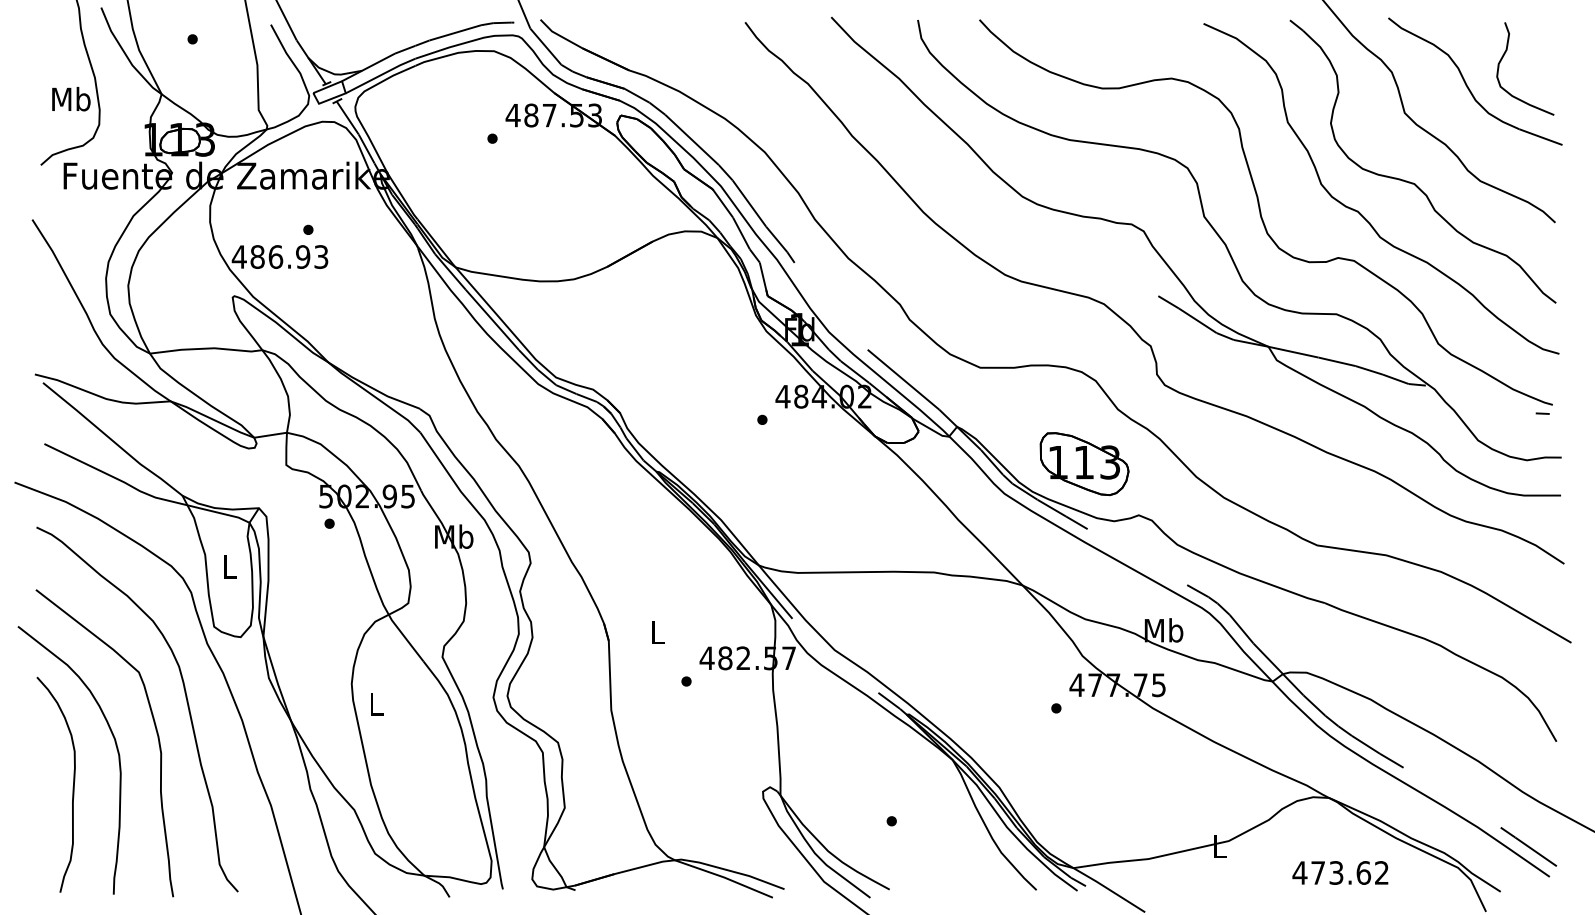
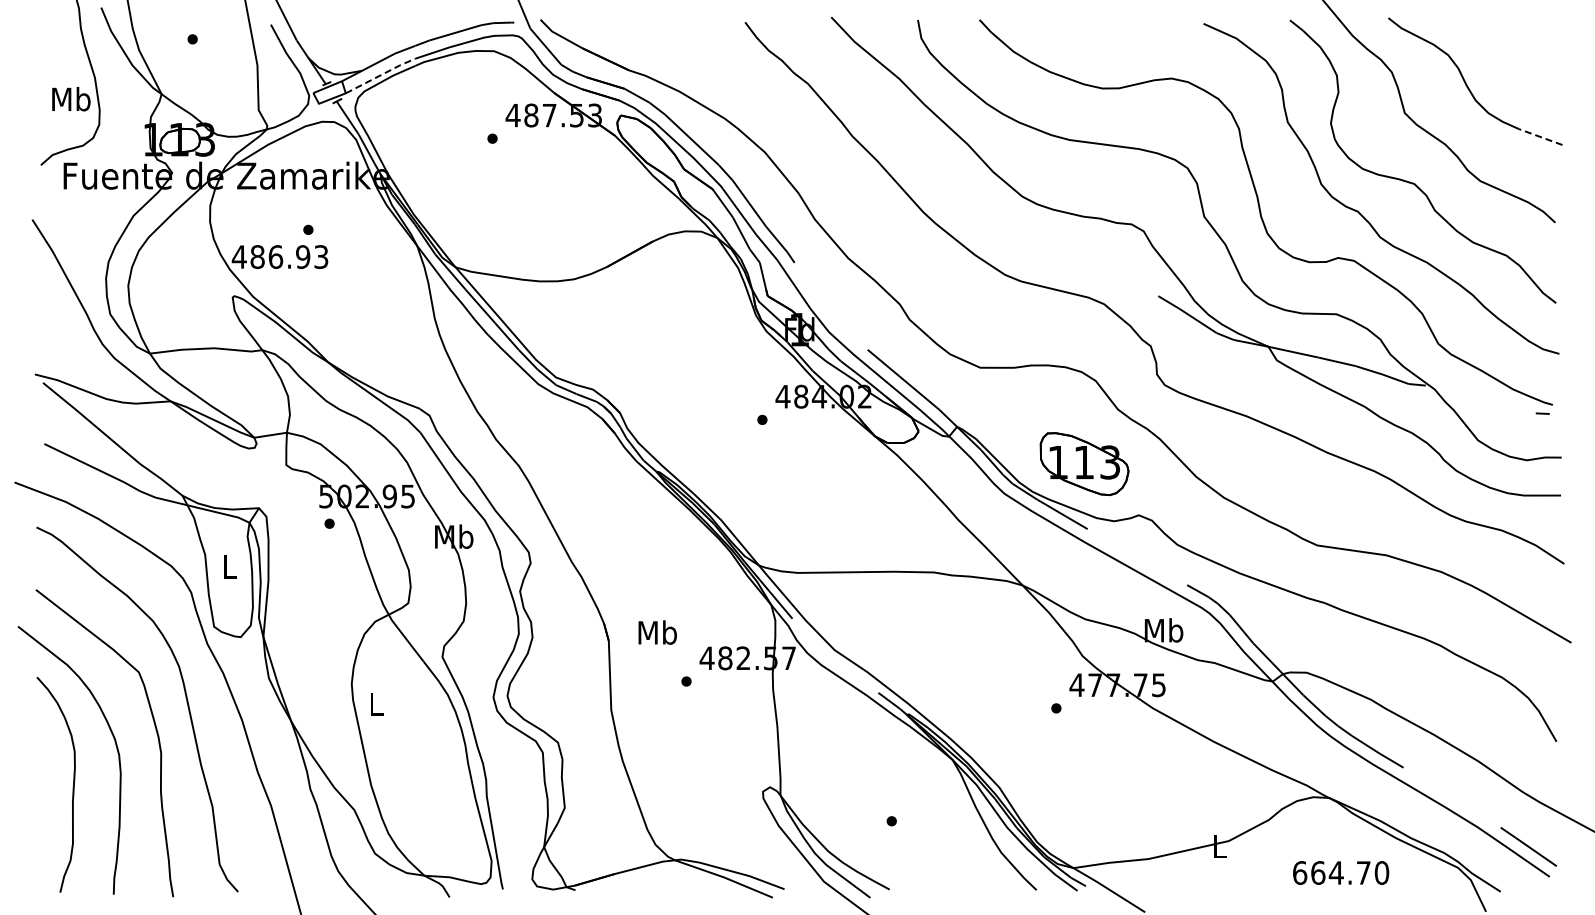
curve at (1505, 54): present -> none
line at (380, 75): solid -> dashed
line at (1540, 136): solid -> dashed
text at (657, 632): L -> Mb
text at (1340, 872): 473.62 -> 664.70
